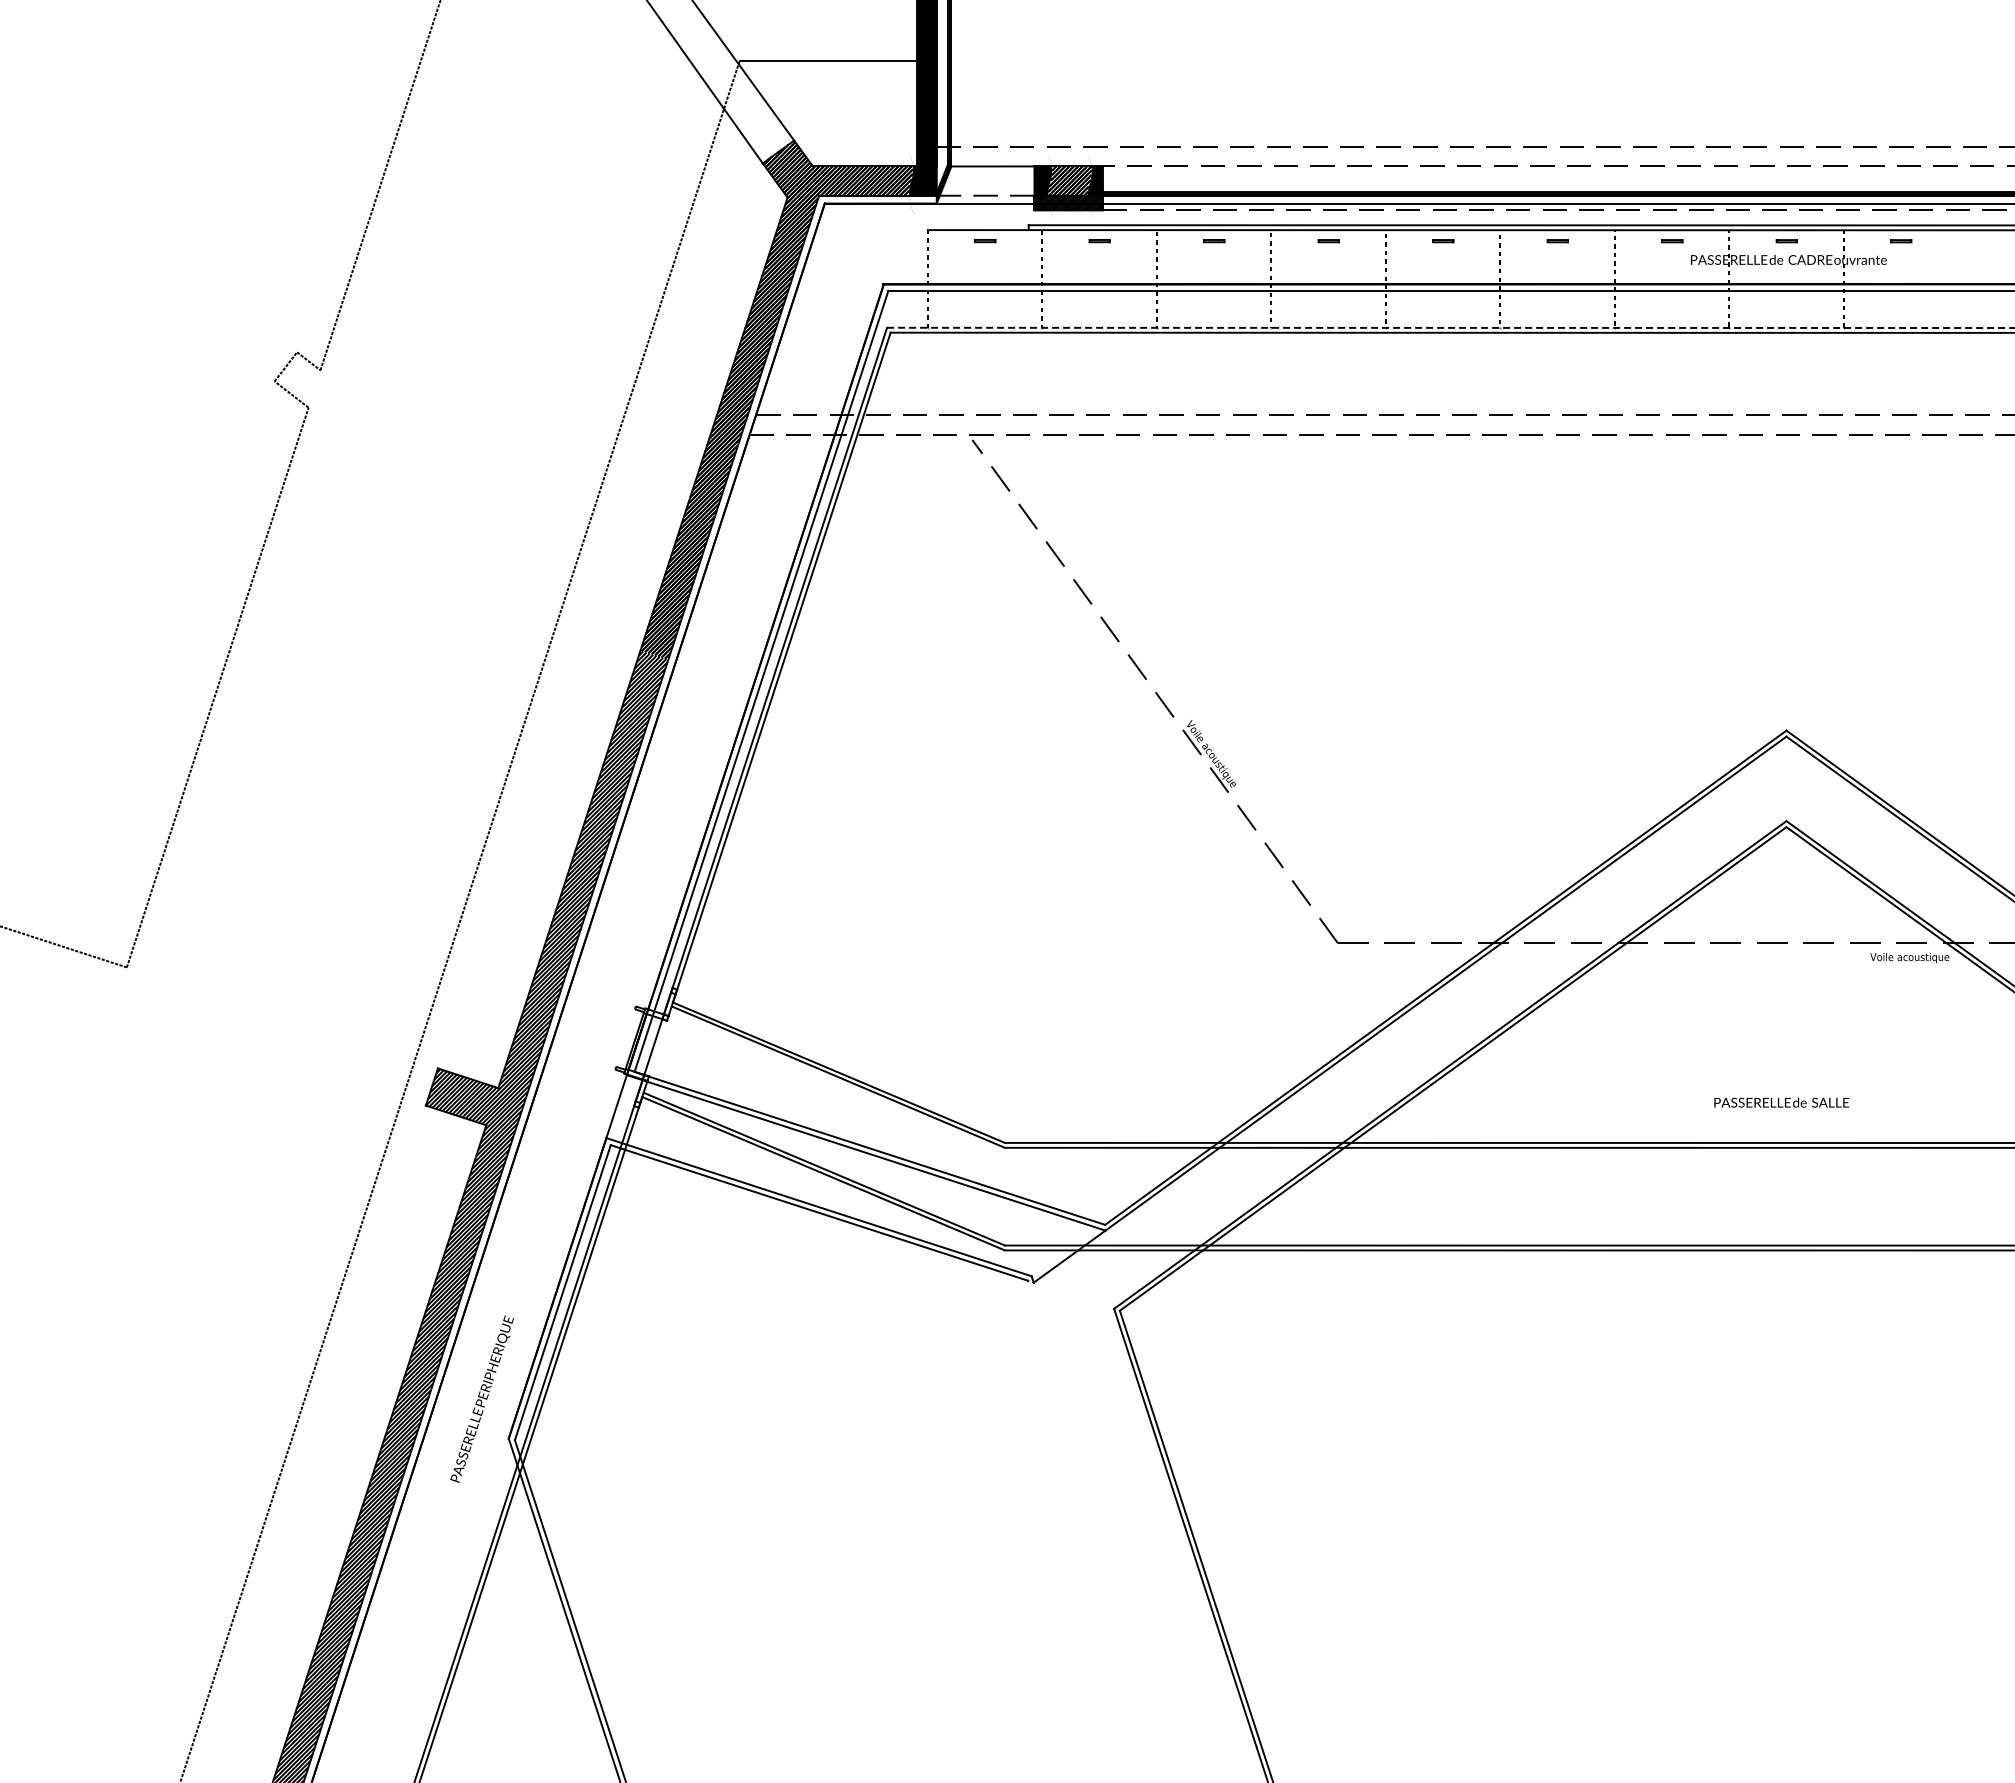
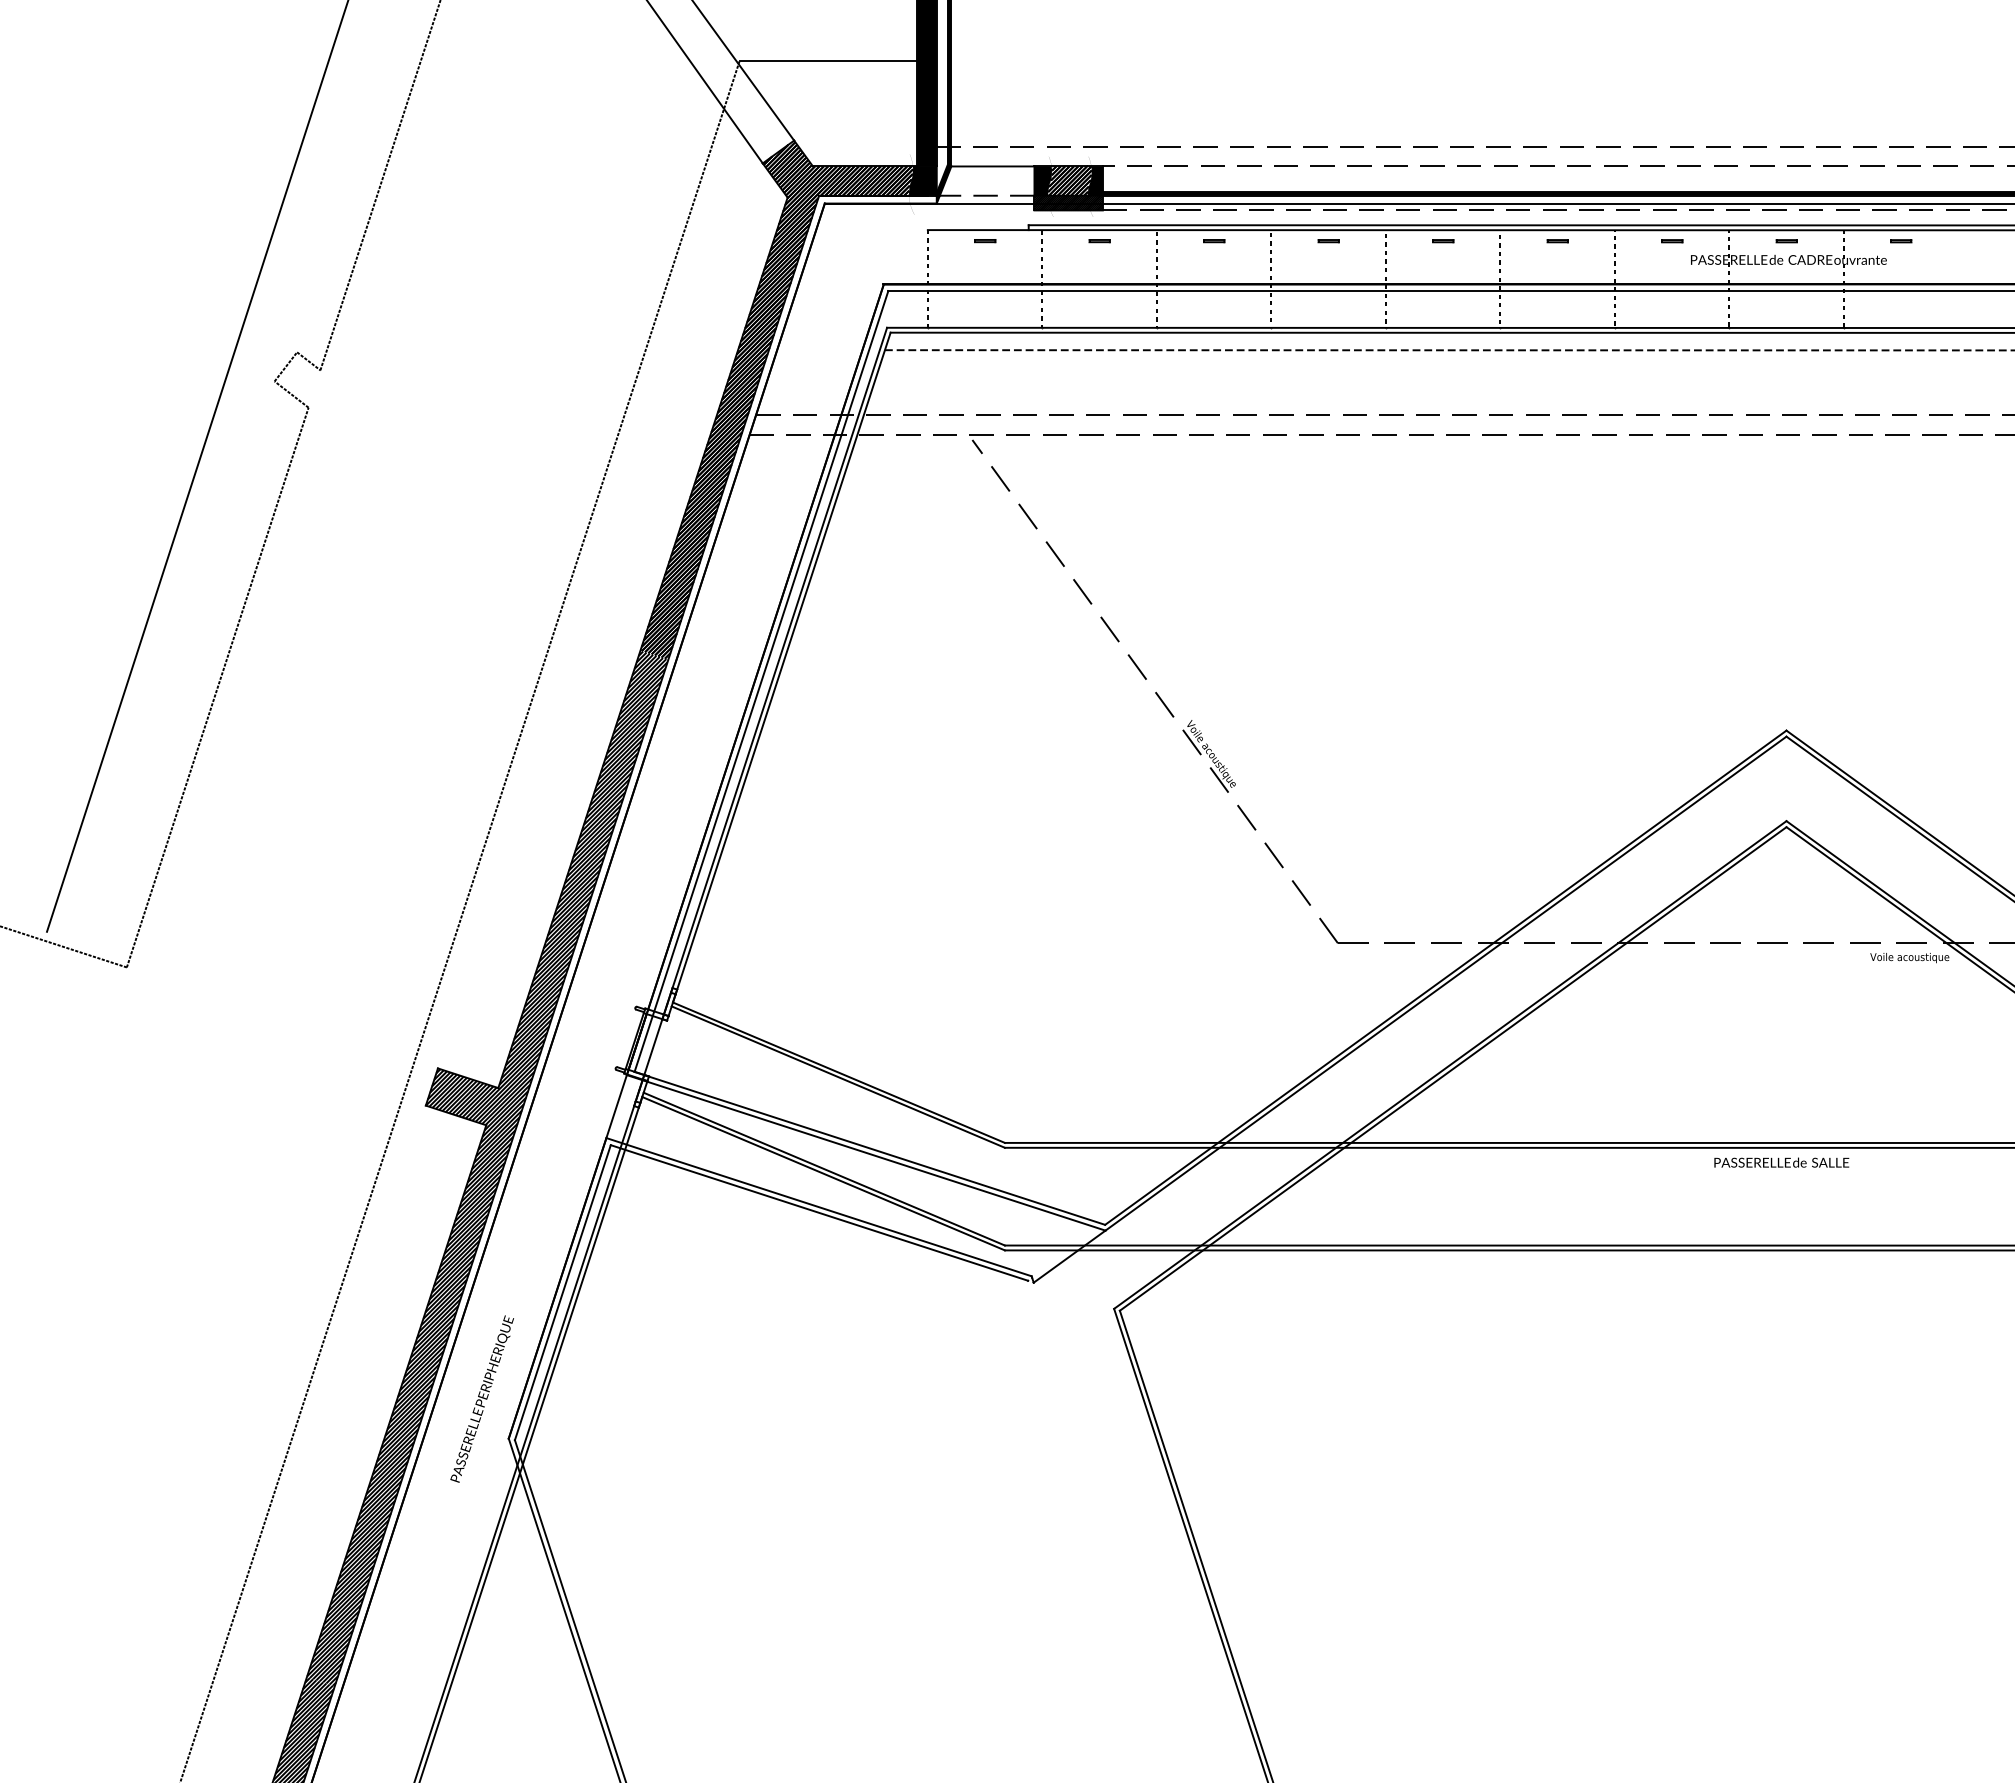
line at (1451, 327): dashed -> solid
line at (1447, 350): none -> present
line at (196, 466): none -> present
text at (1781, 1102) position: (1781, 1102) -> (1781, 1162)
